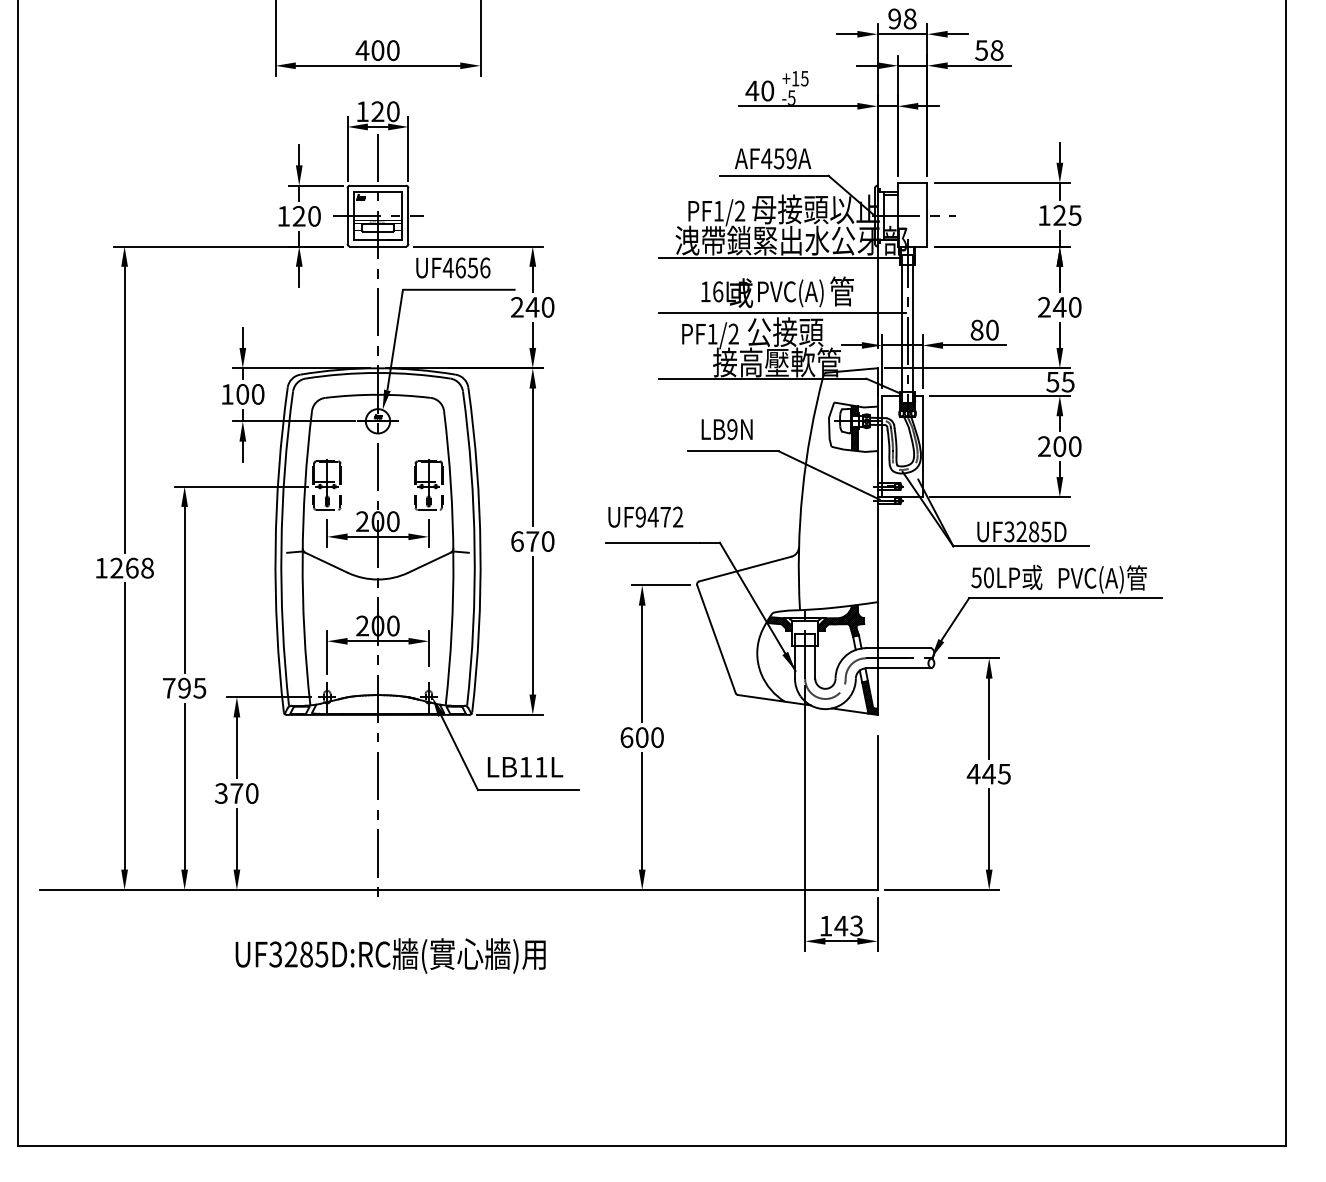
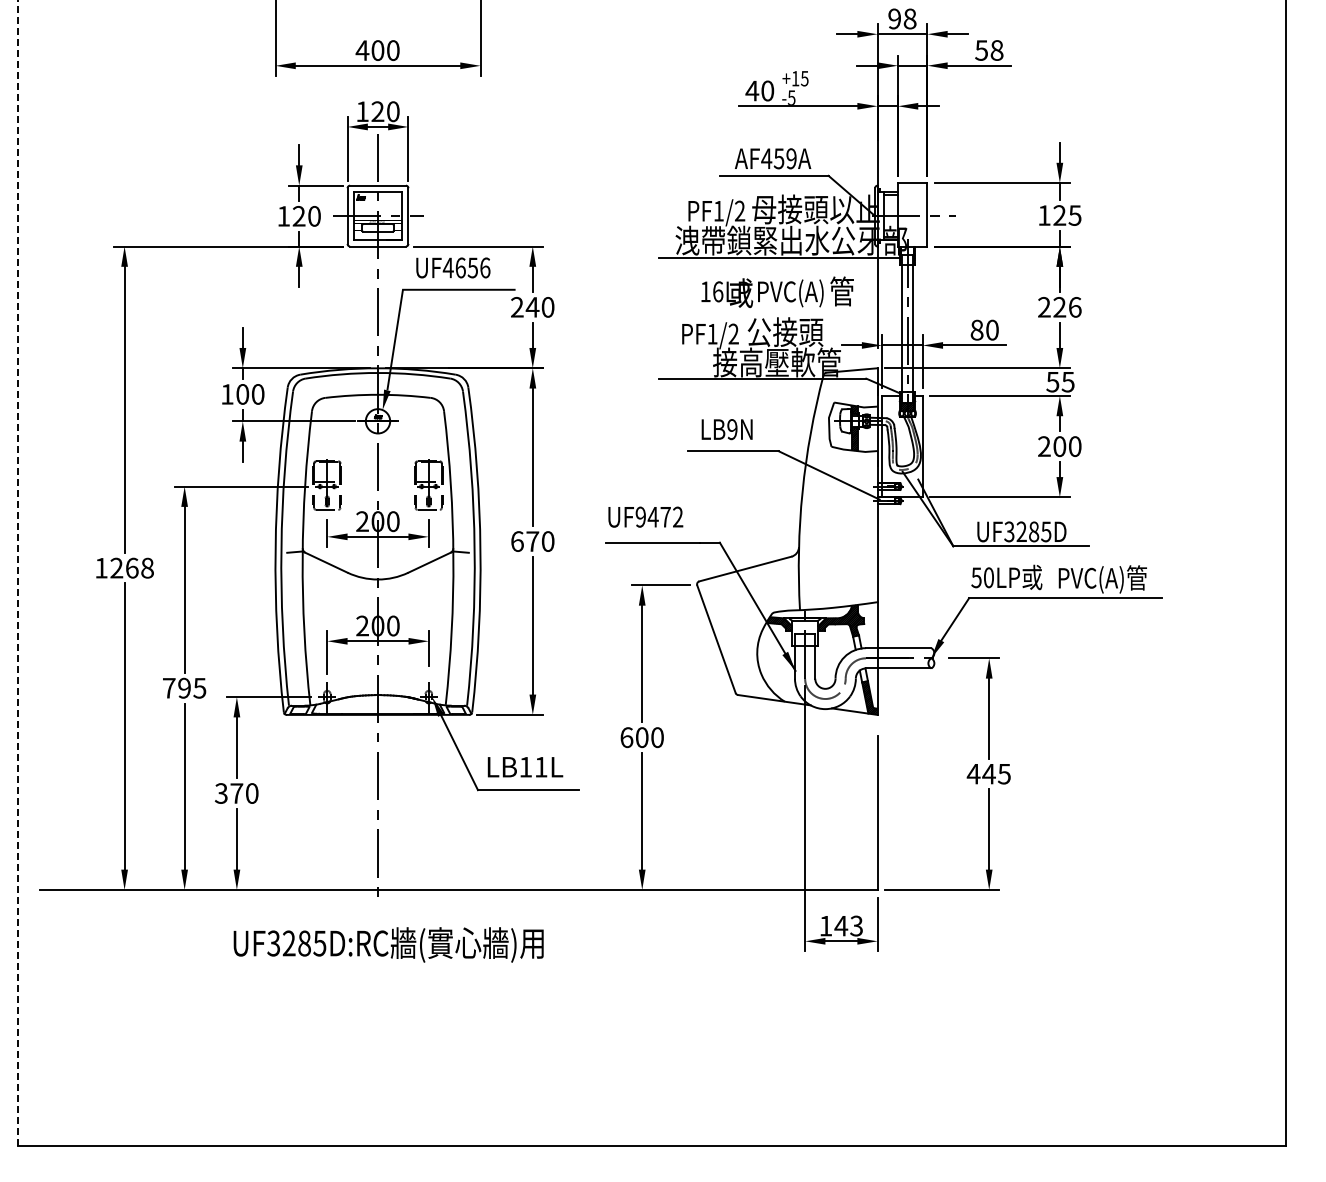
text at (1066, 306): 240 -> 226
line at (781, 312): present -> none
line at (18, 573): solid -> dashed
text at (390, 955) position: (390, 955) -> (388, 944)
